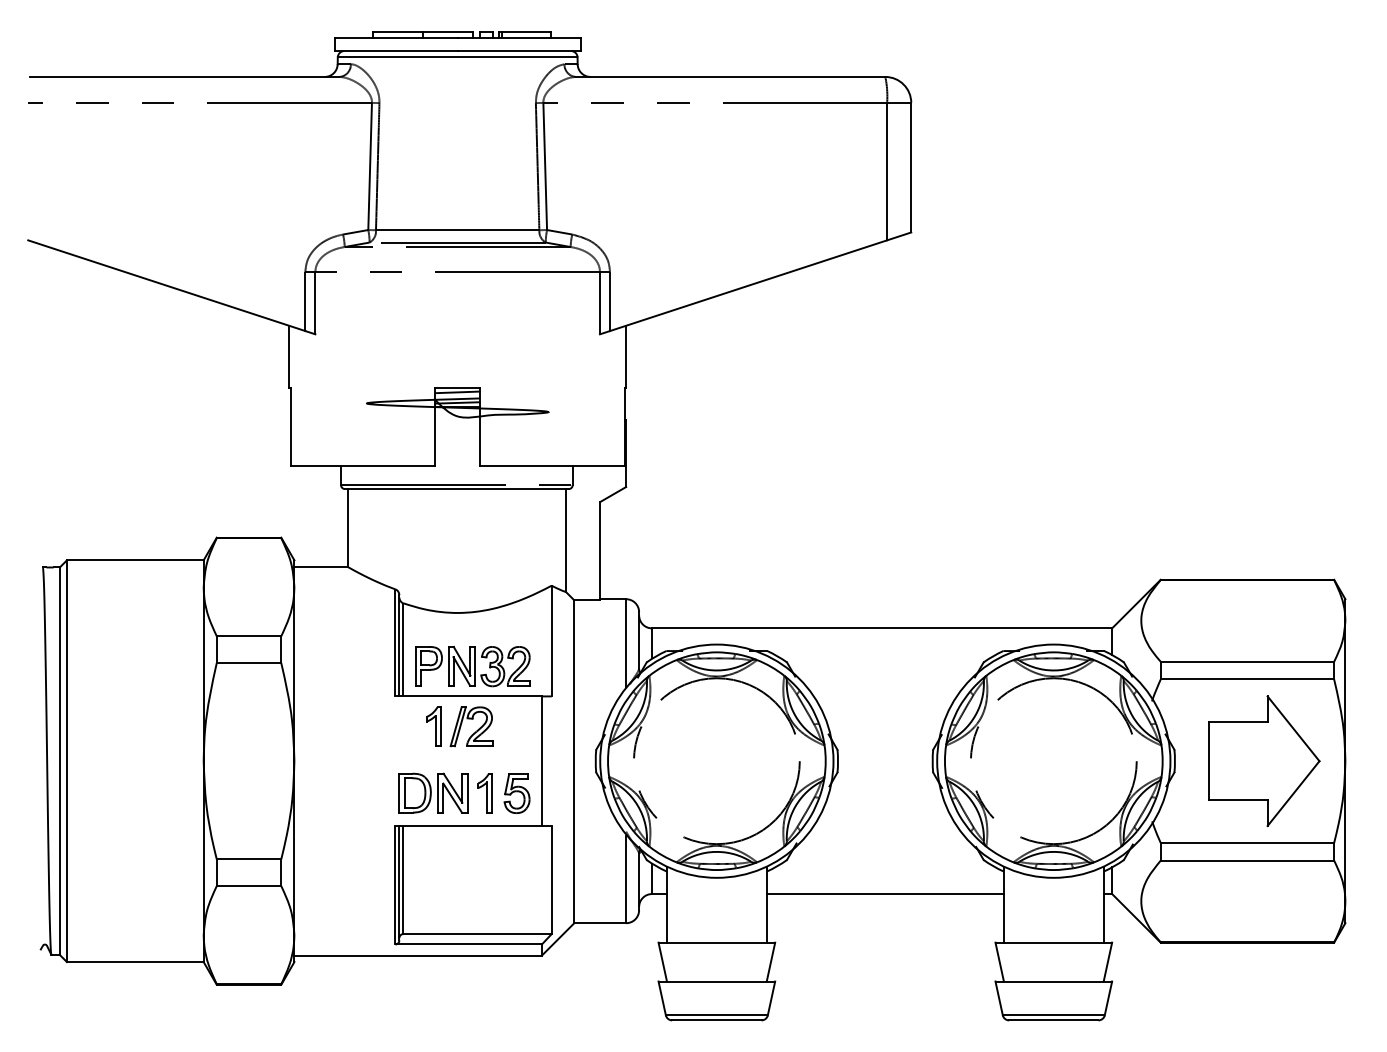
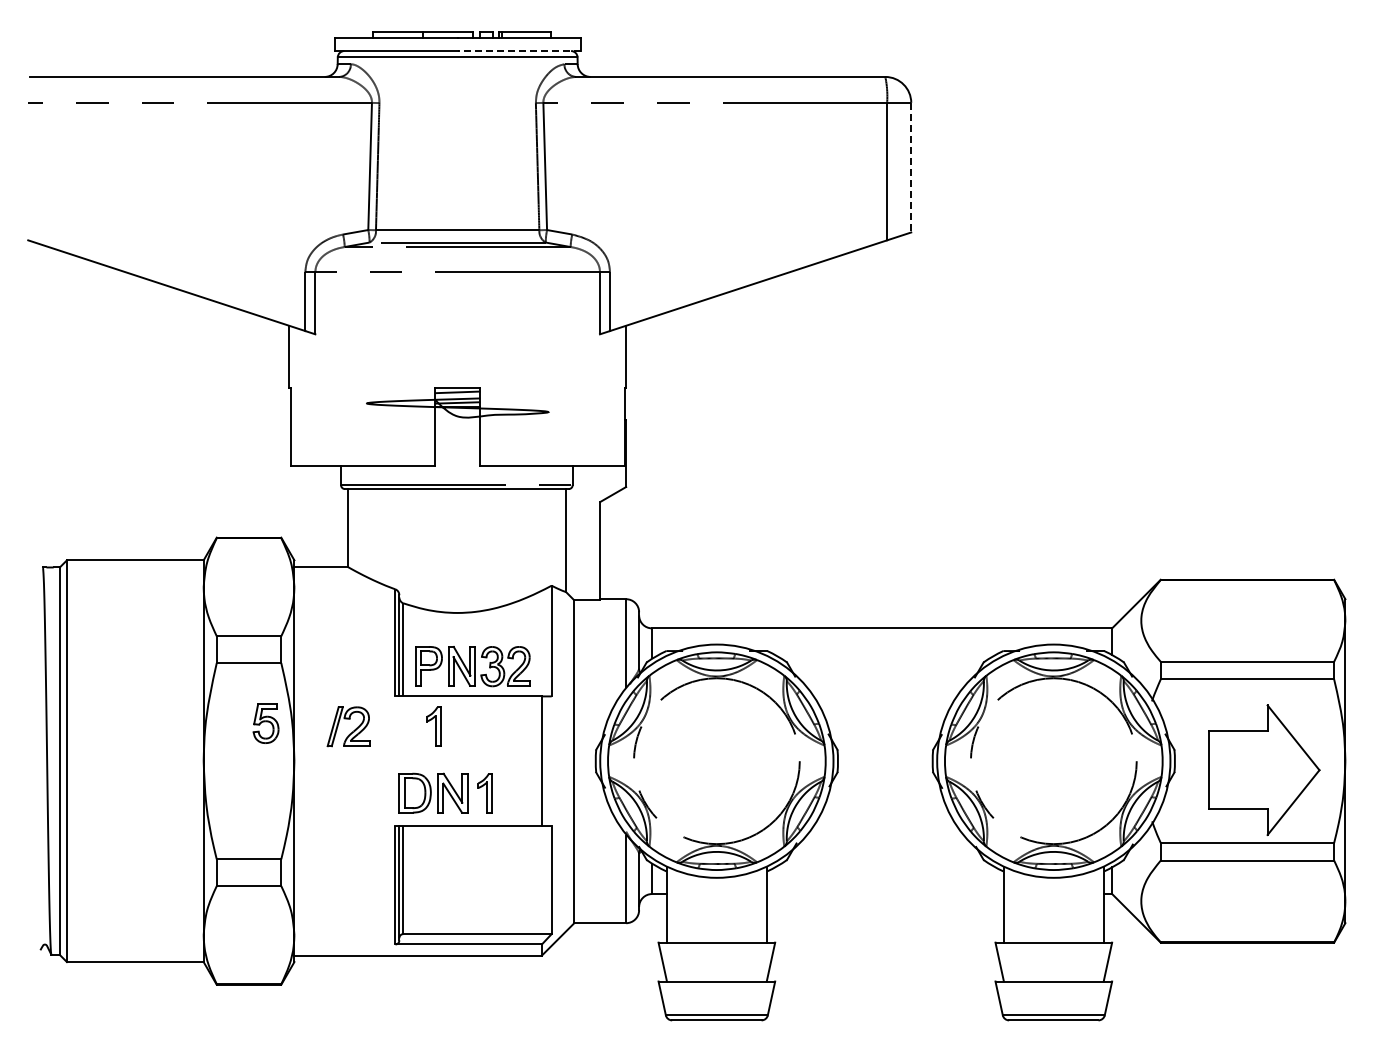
line at (519, 51): solid -> dashed
line at (911, 167): solid -> dashed
part at (476, 730) position: (476, 730) -> (353, 730)
part at (1264, 761) position: (1264, 761) -> (1264, 770)
part at (516, 793) position: (516, 793) -> (265, 723)
line at (884, 894): present -> none
